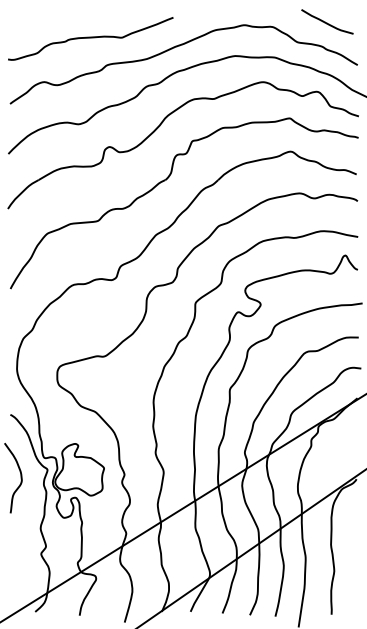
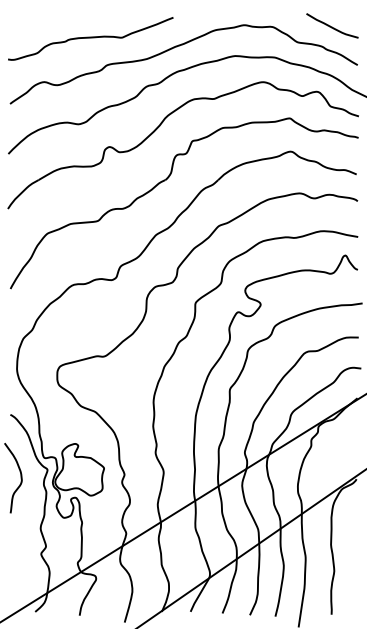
curve at (327, 22) position: (327, 22) -> (332, 26)
